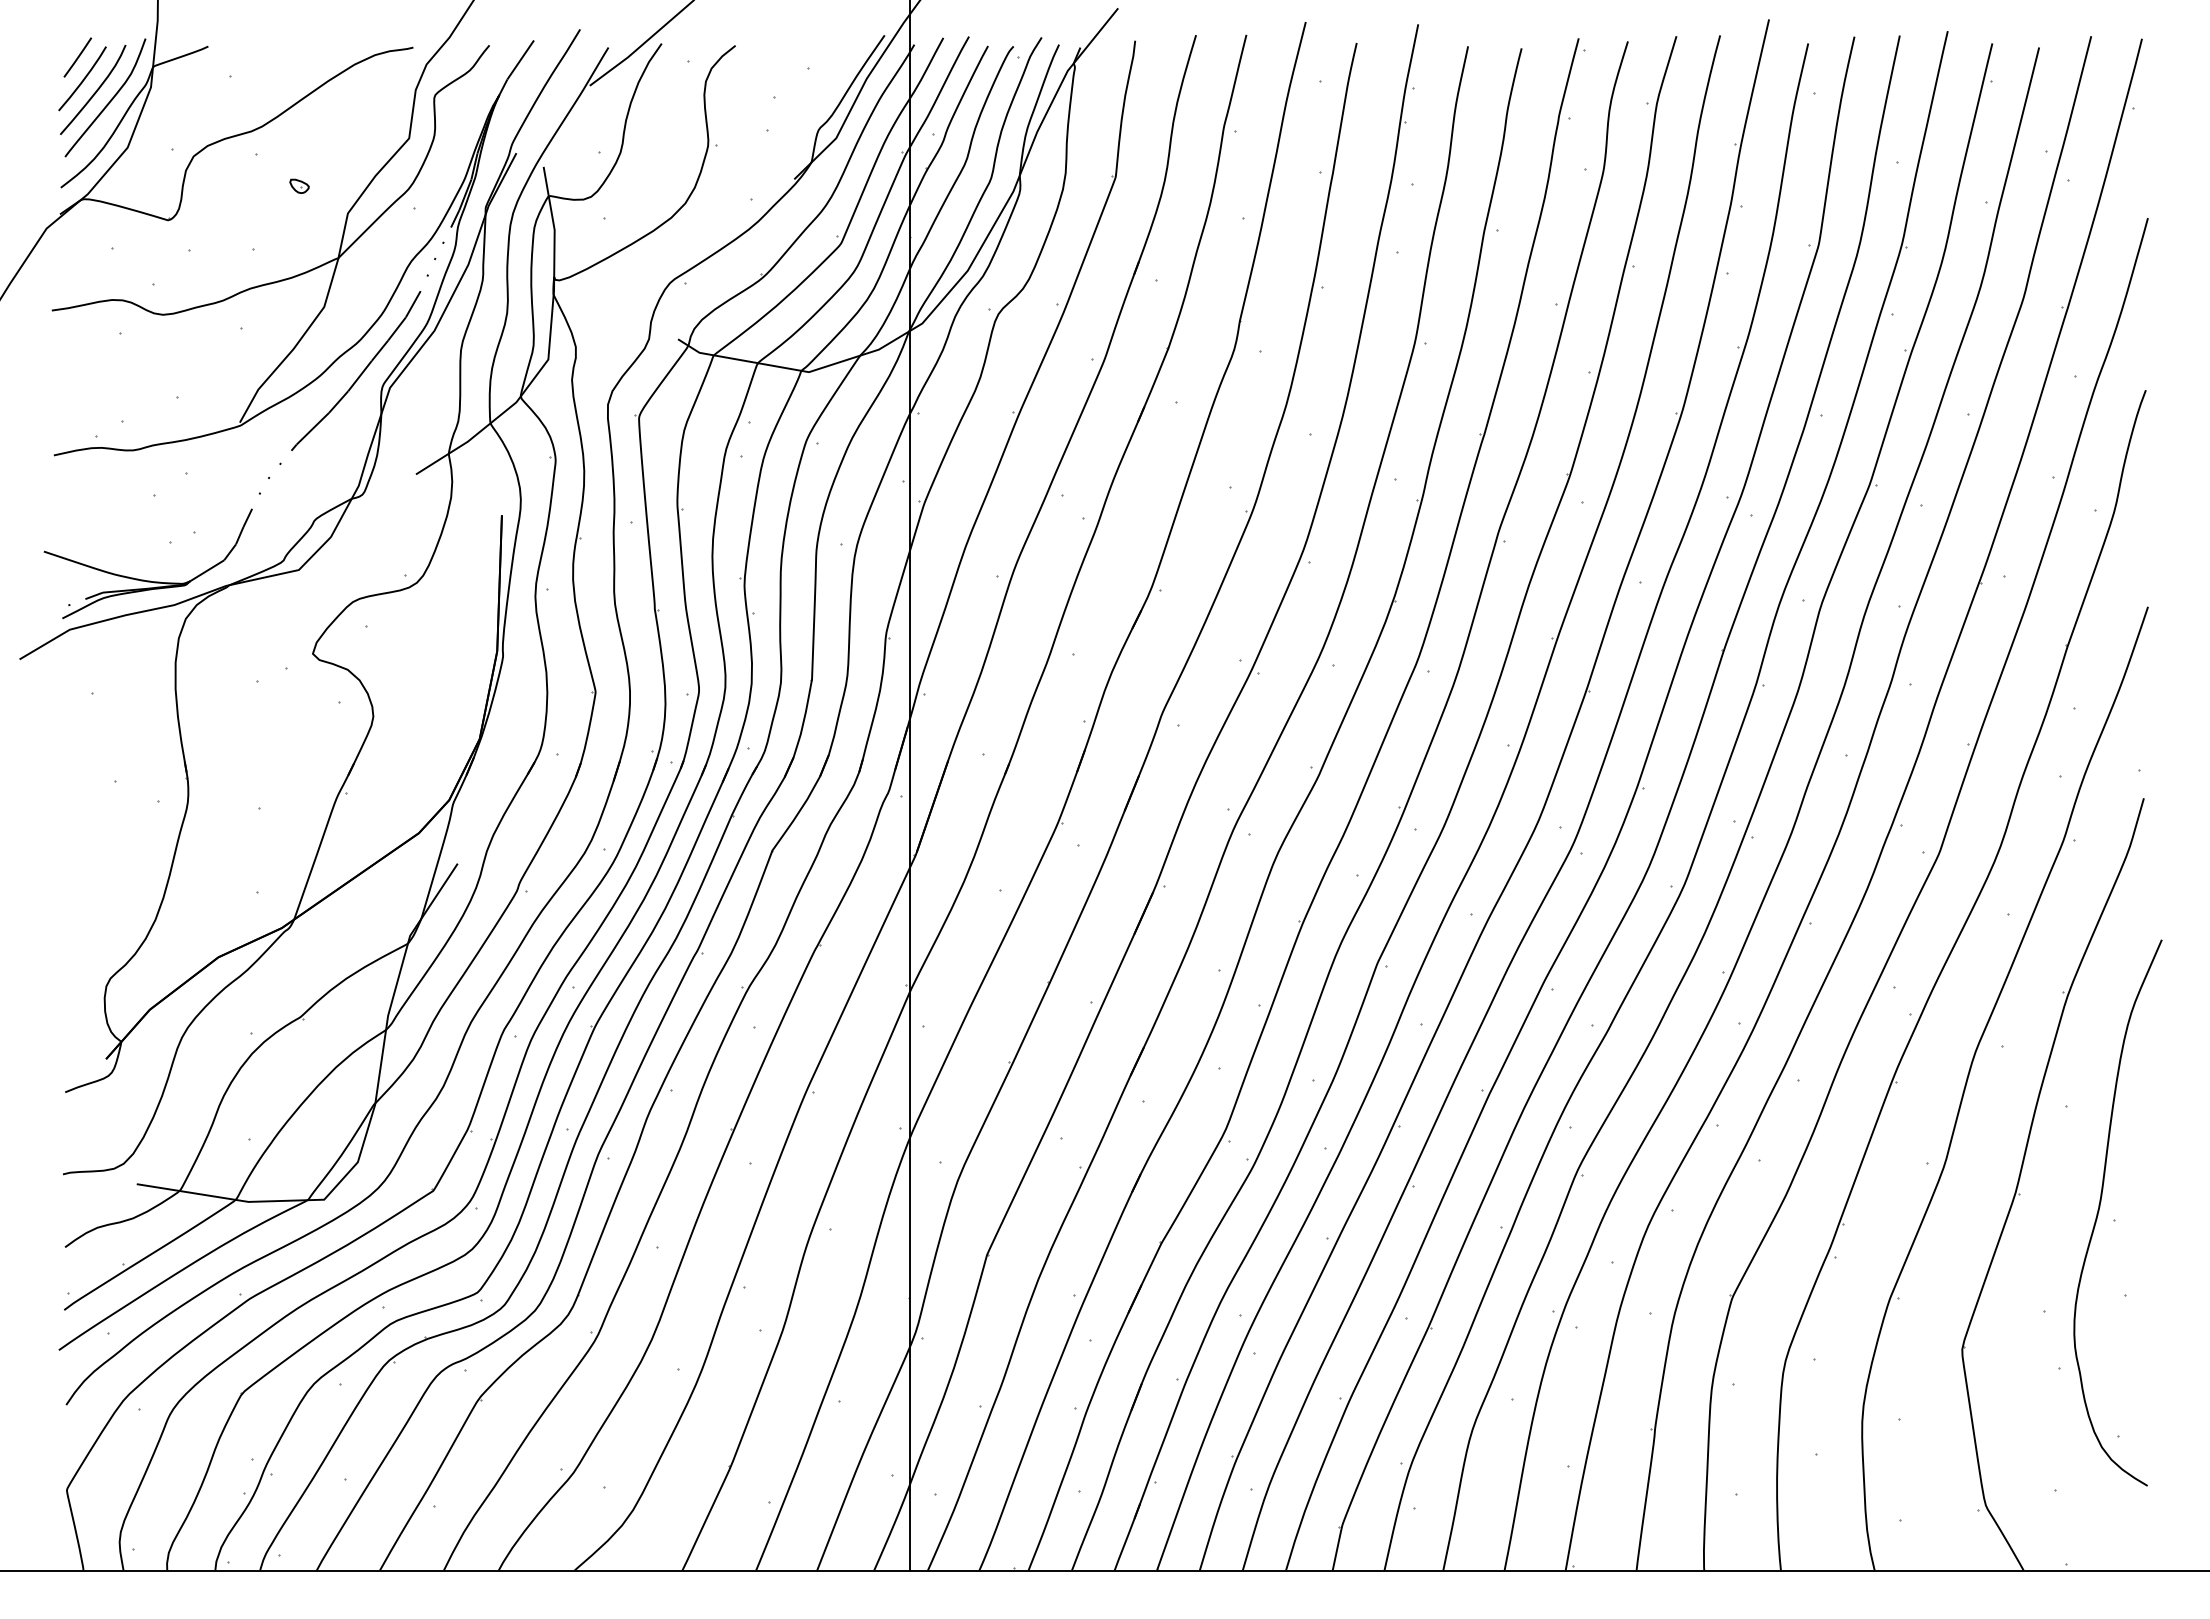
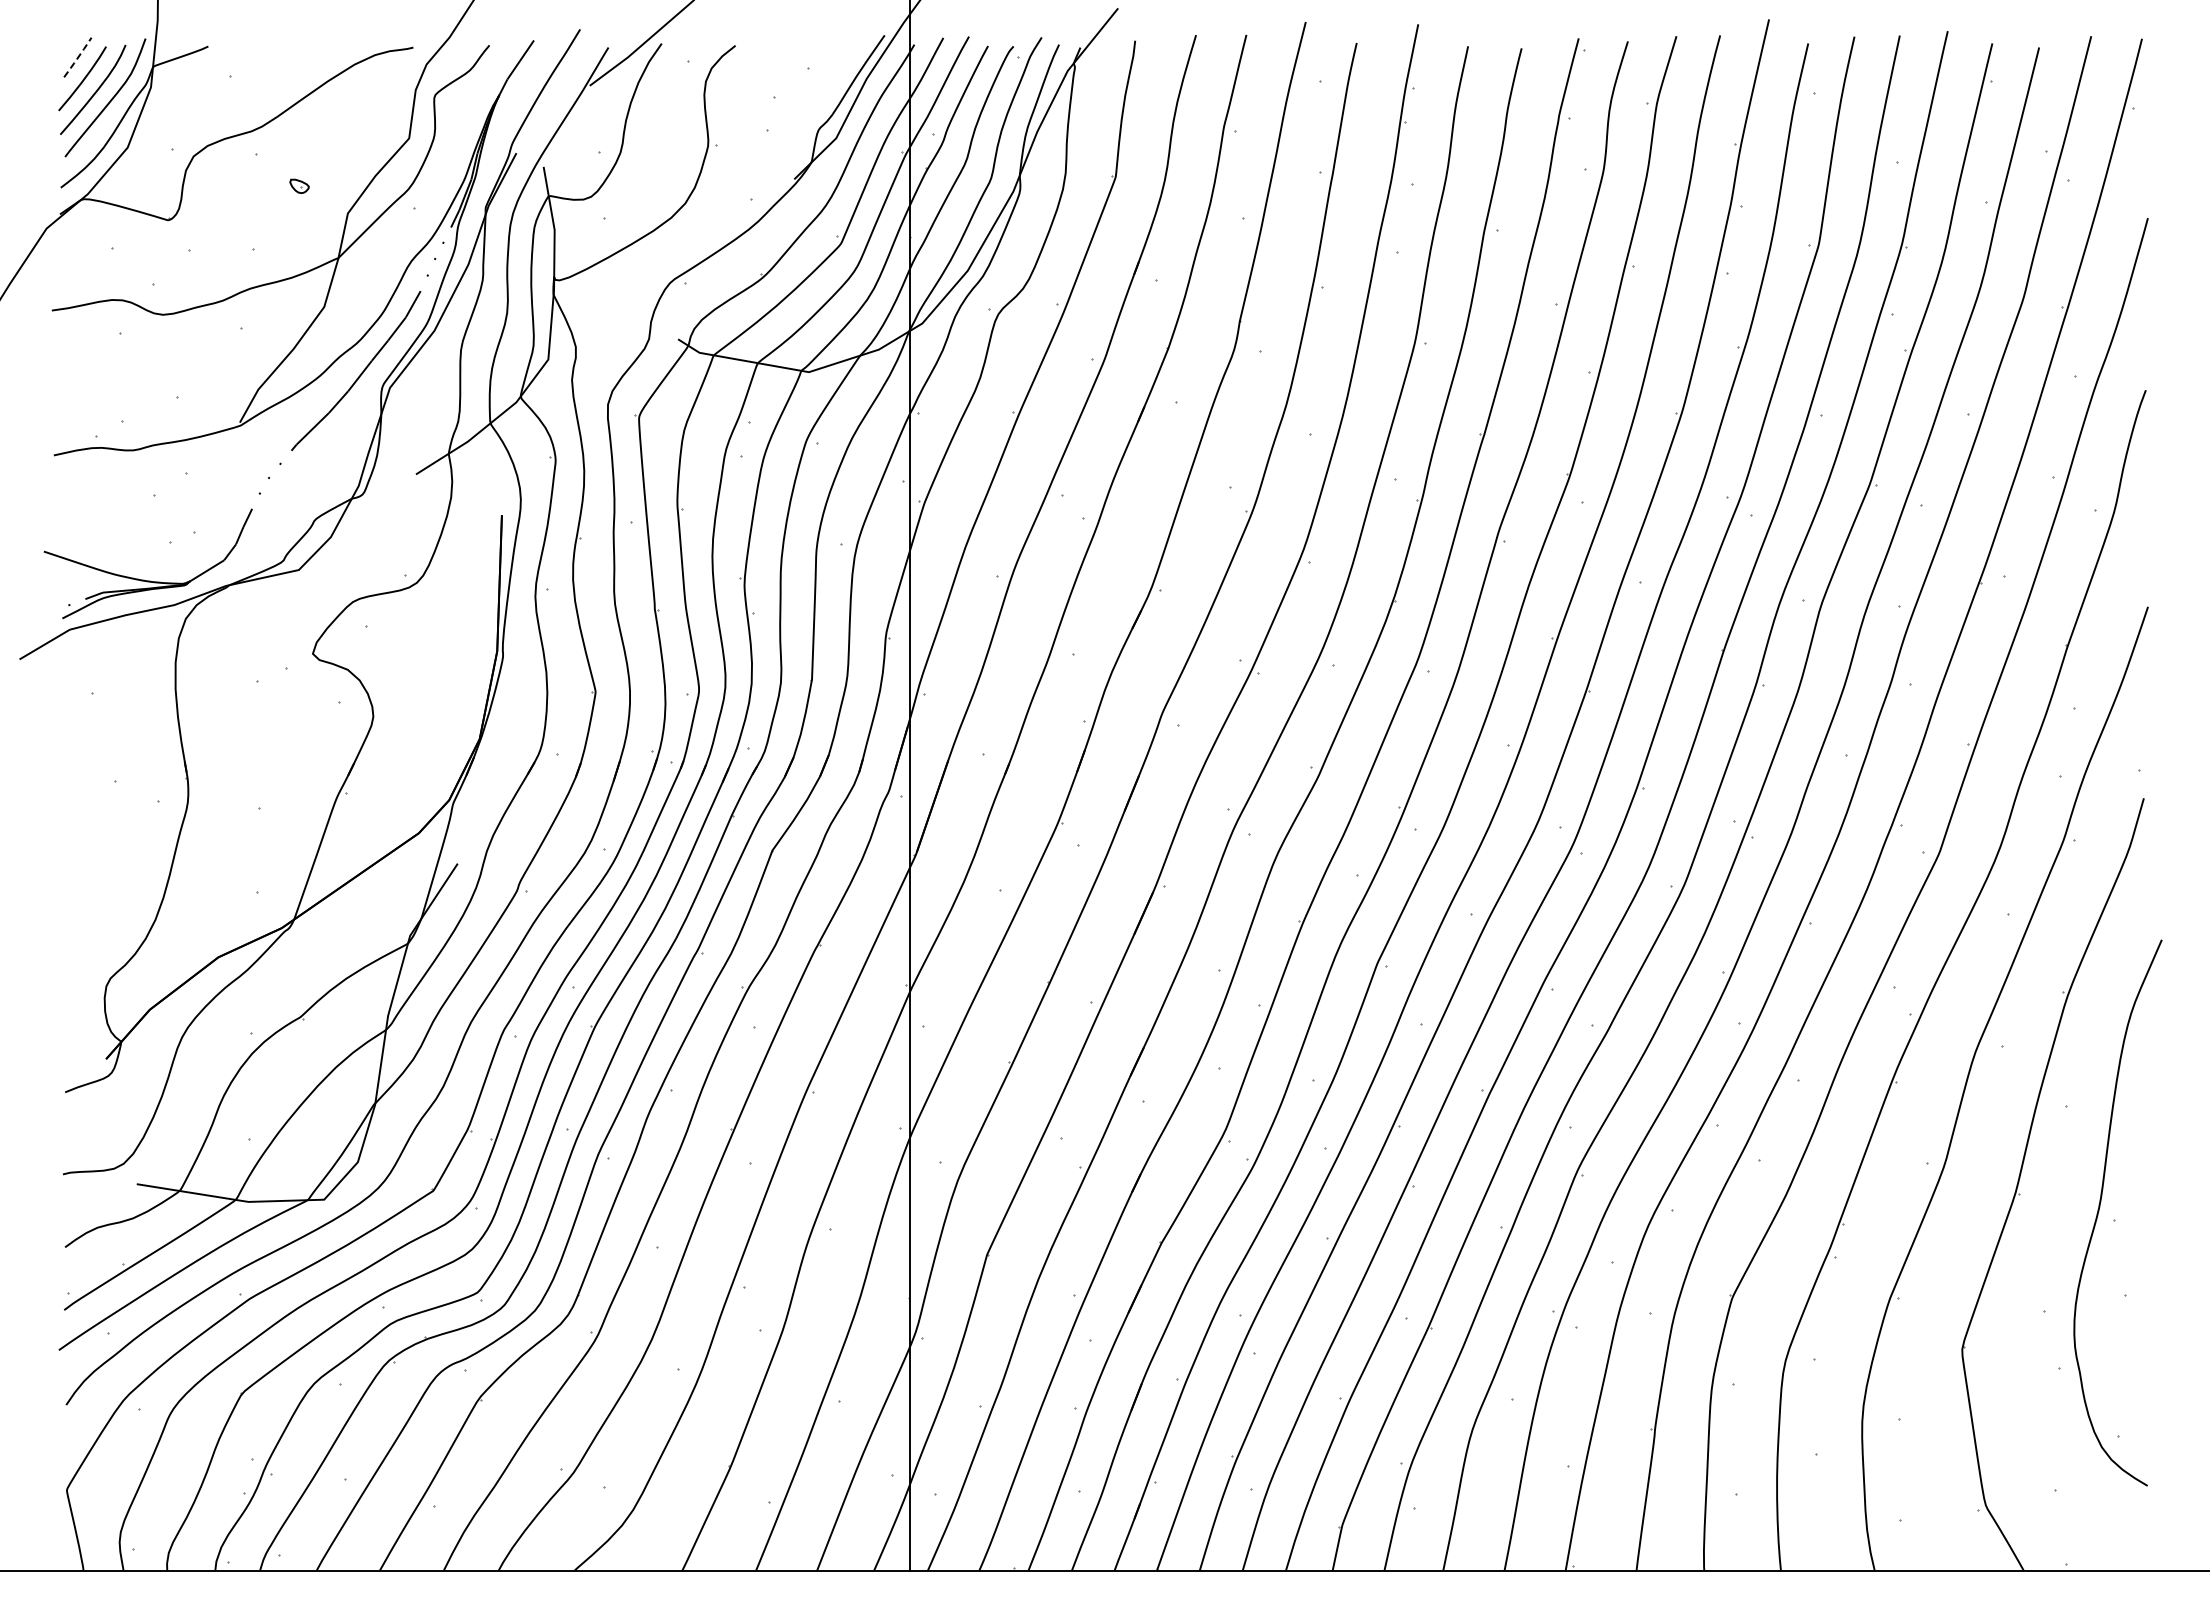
line at (78, 57): solid -> dashed
